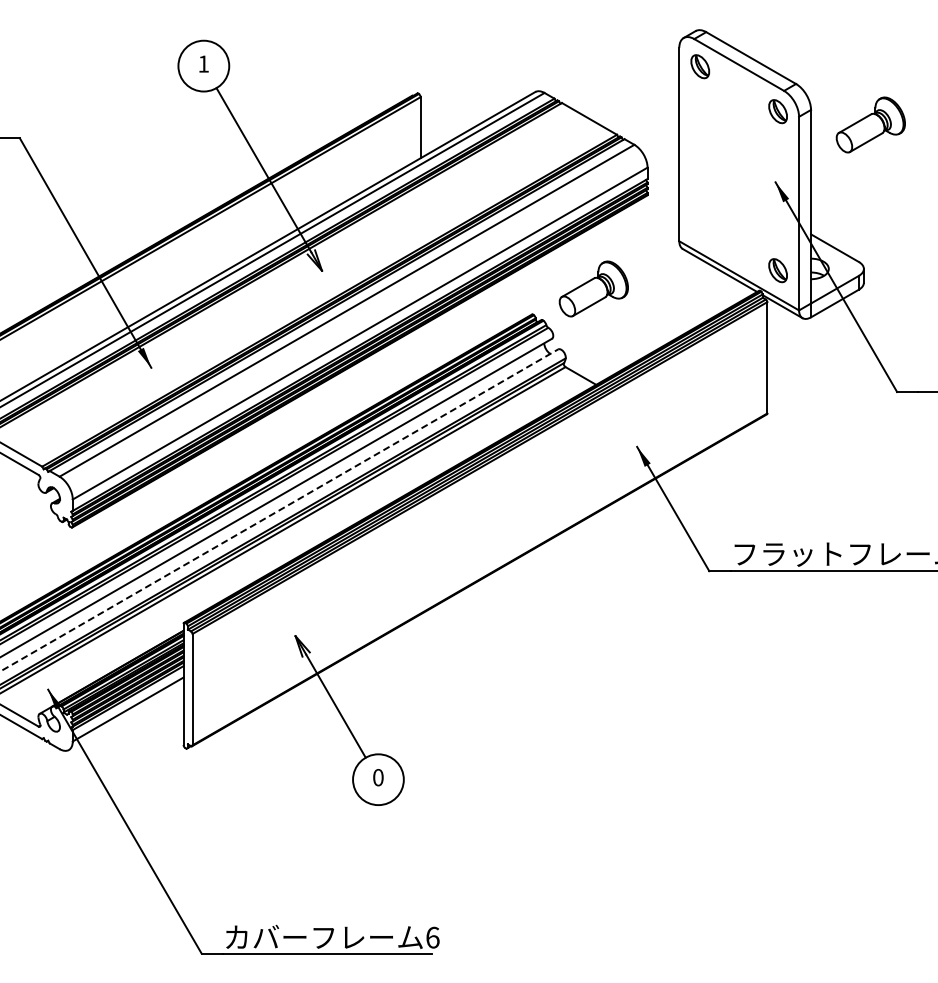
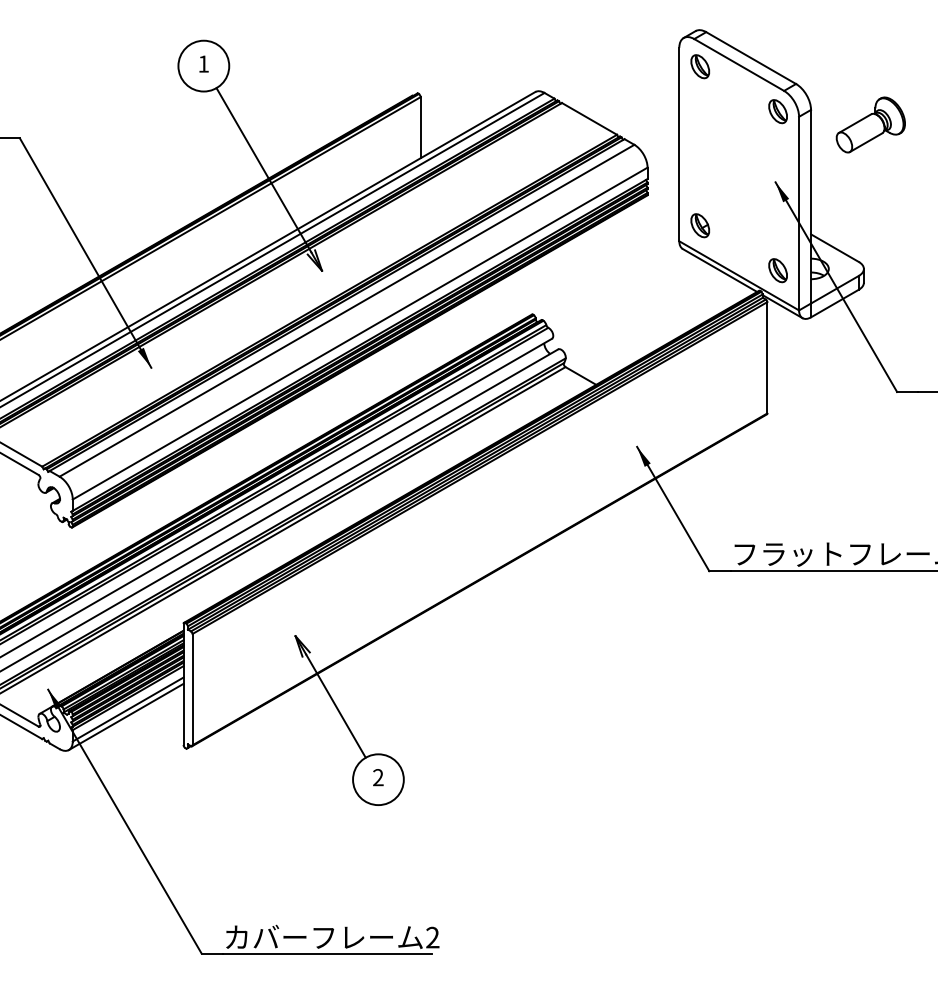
part at (700, 225): none -> present
part at (593, 288): present -> none
line at (279, 510): dashed -> solid
line at (125, 716): none -> present
text at (378, 777): 0 -> 2
text at (432, 937): 6 -> 2
